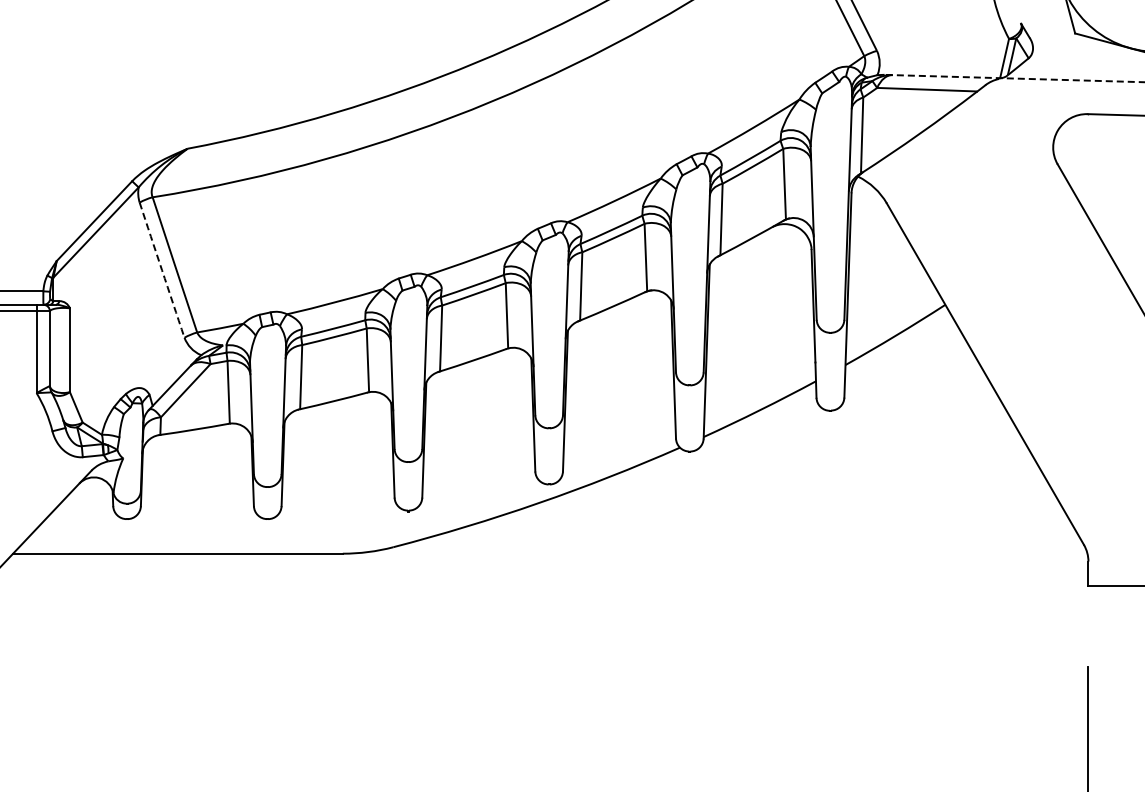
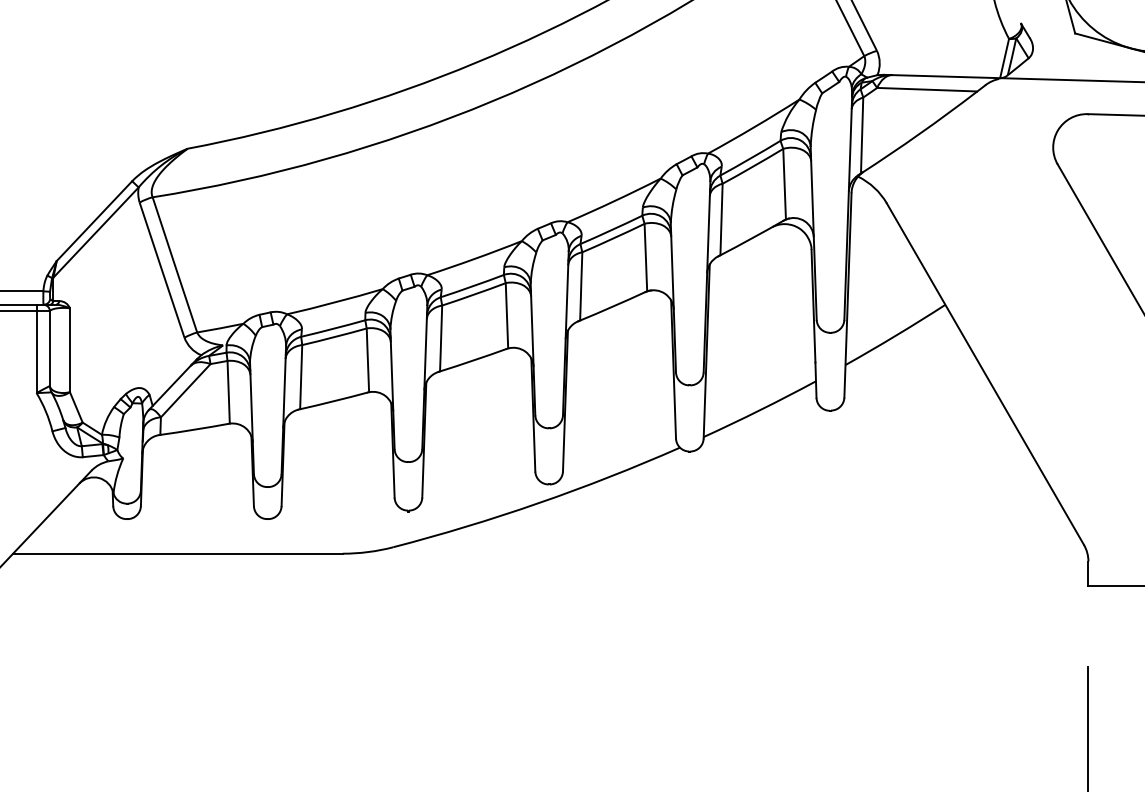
line at (1014, 78): dashed -> solid
arc at (162, 270): dashed -> solid
